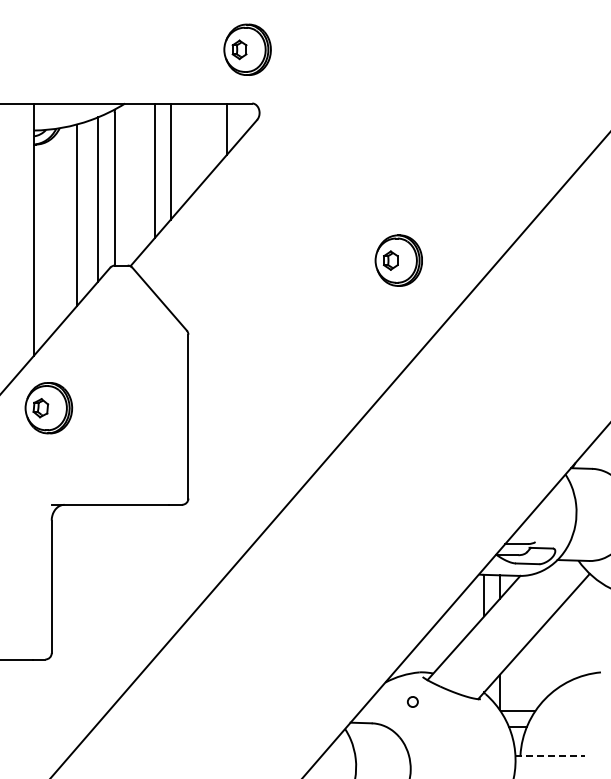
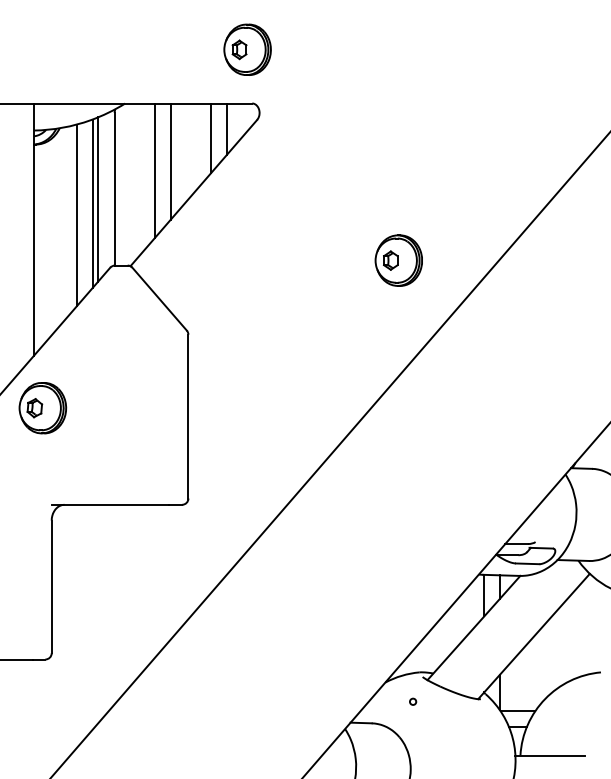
line at (210, 138): none -> present
line at (92, 203): none -> present
part at (48, 408) position: (48, 408) -> (42, 408)
part at (412, 701) size: 12x12 px -> 9x9 px
line at (550, 755): dashed -> solid
